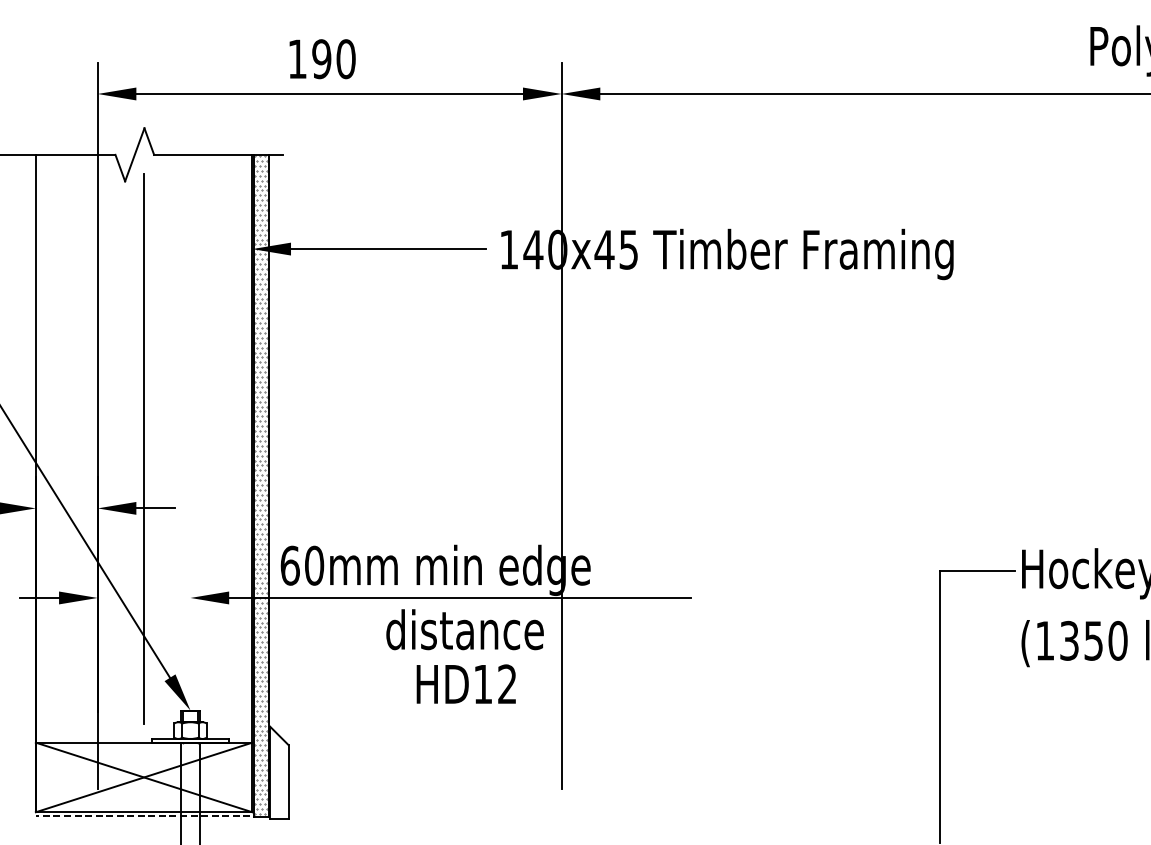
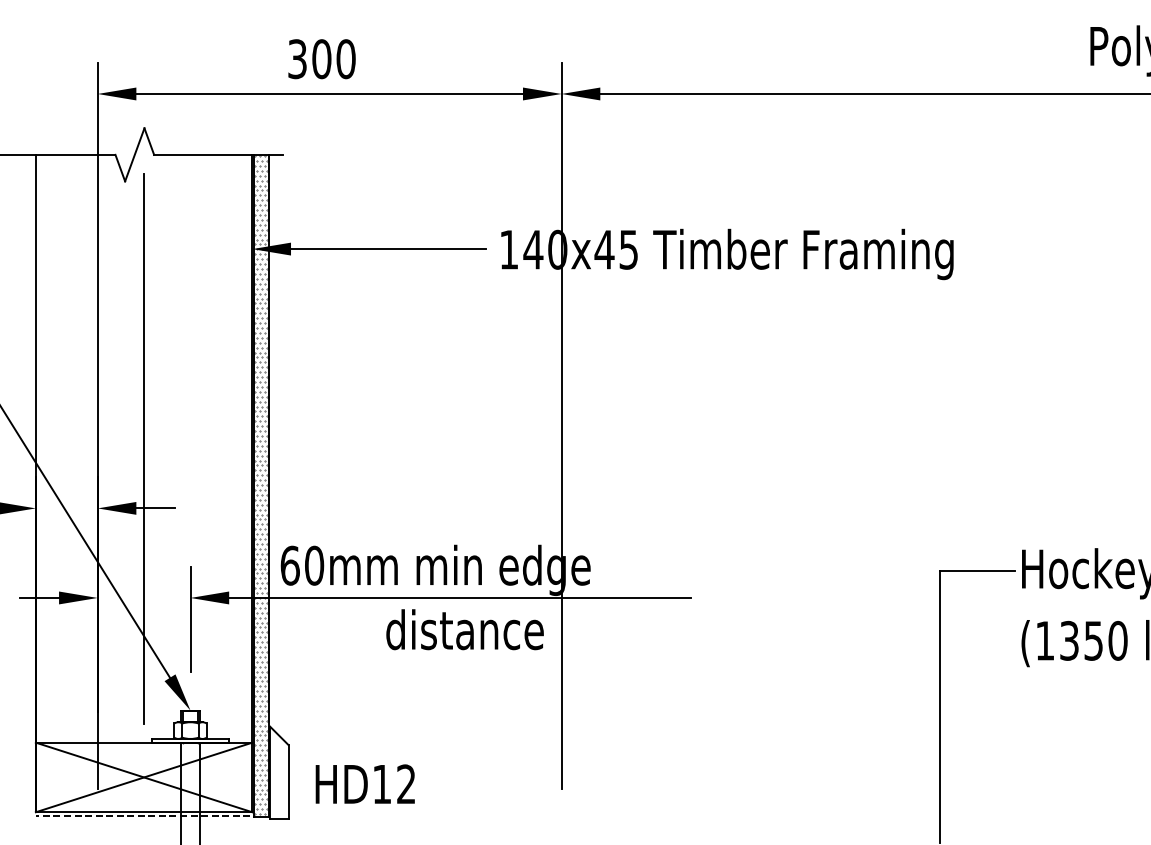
text at (309, 59): 190 -> 300
line at (190, 619): none -> present
text at (465, 683) position: (465, 683) -> (364, 783)
